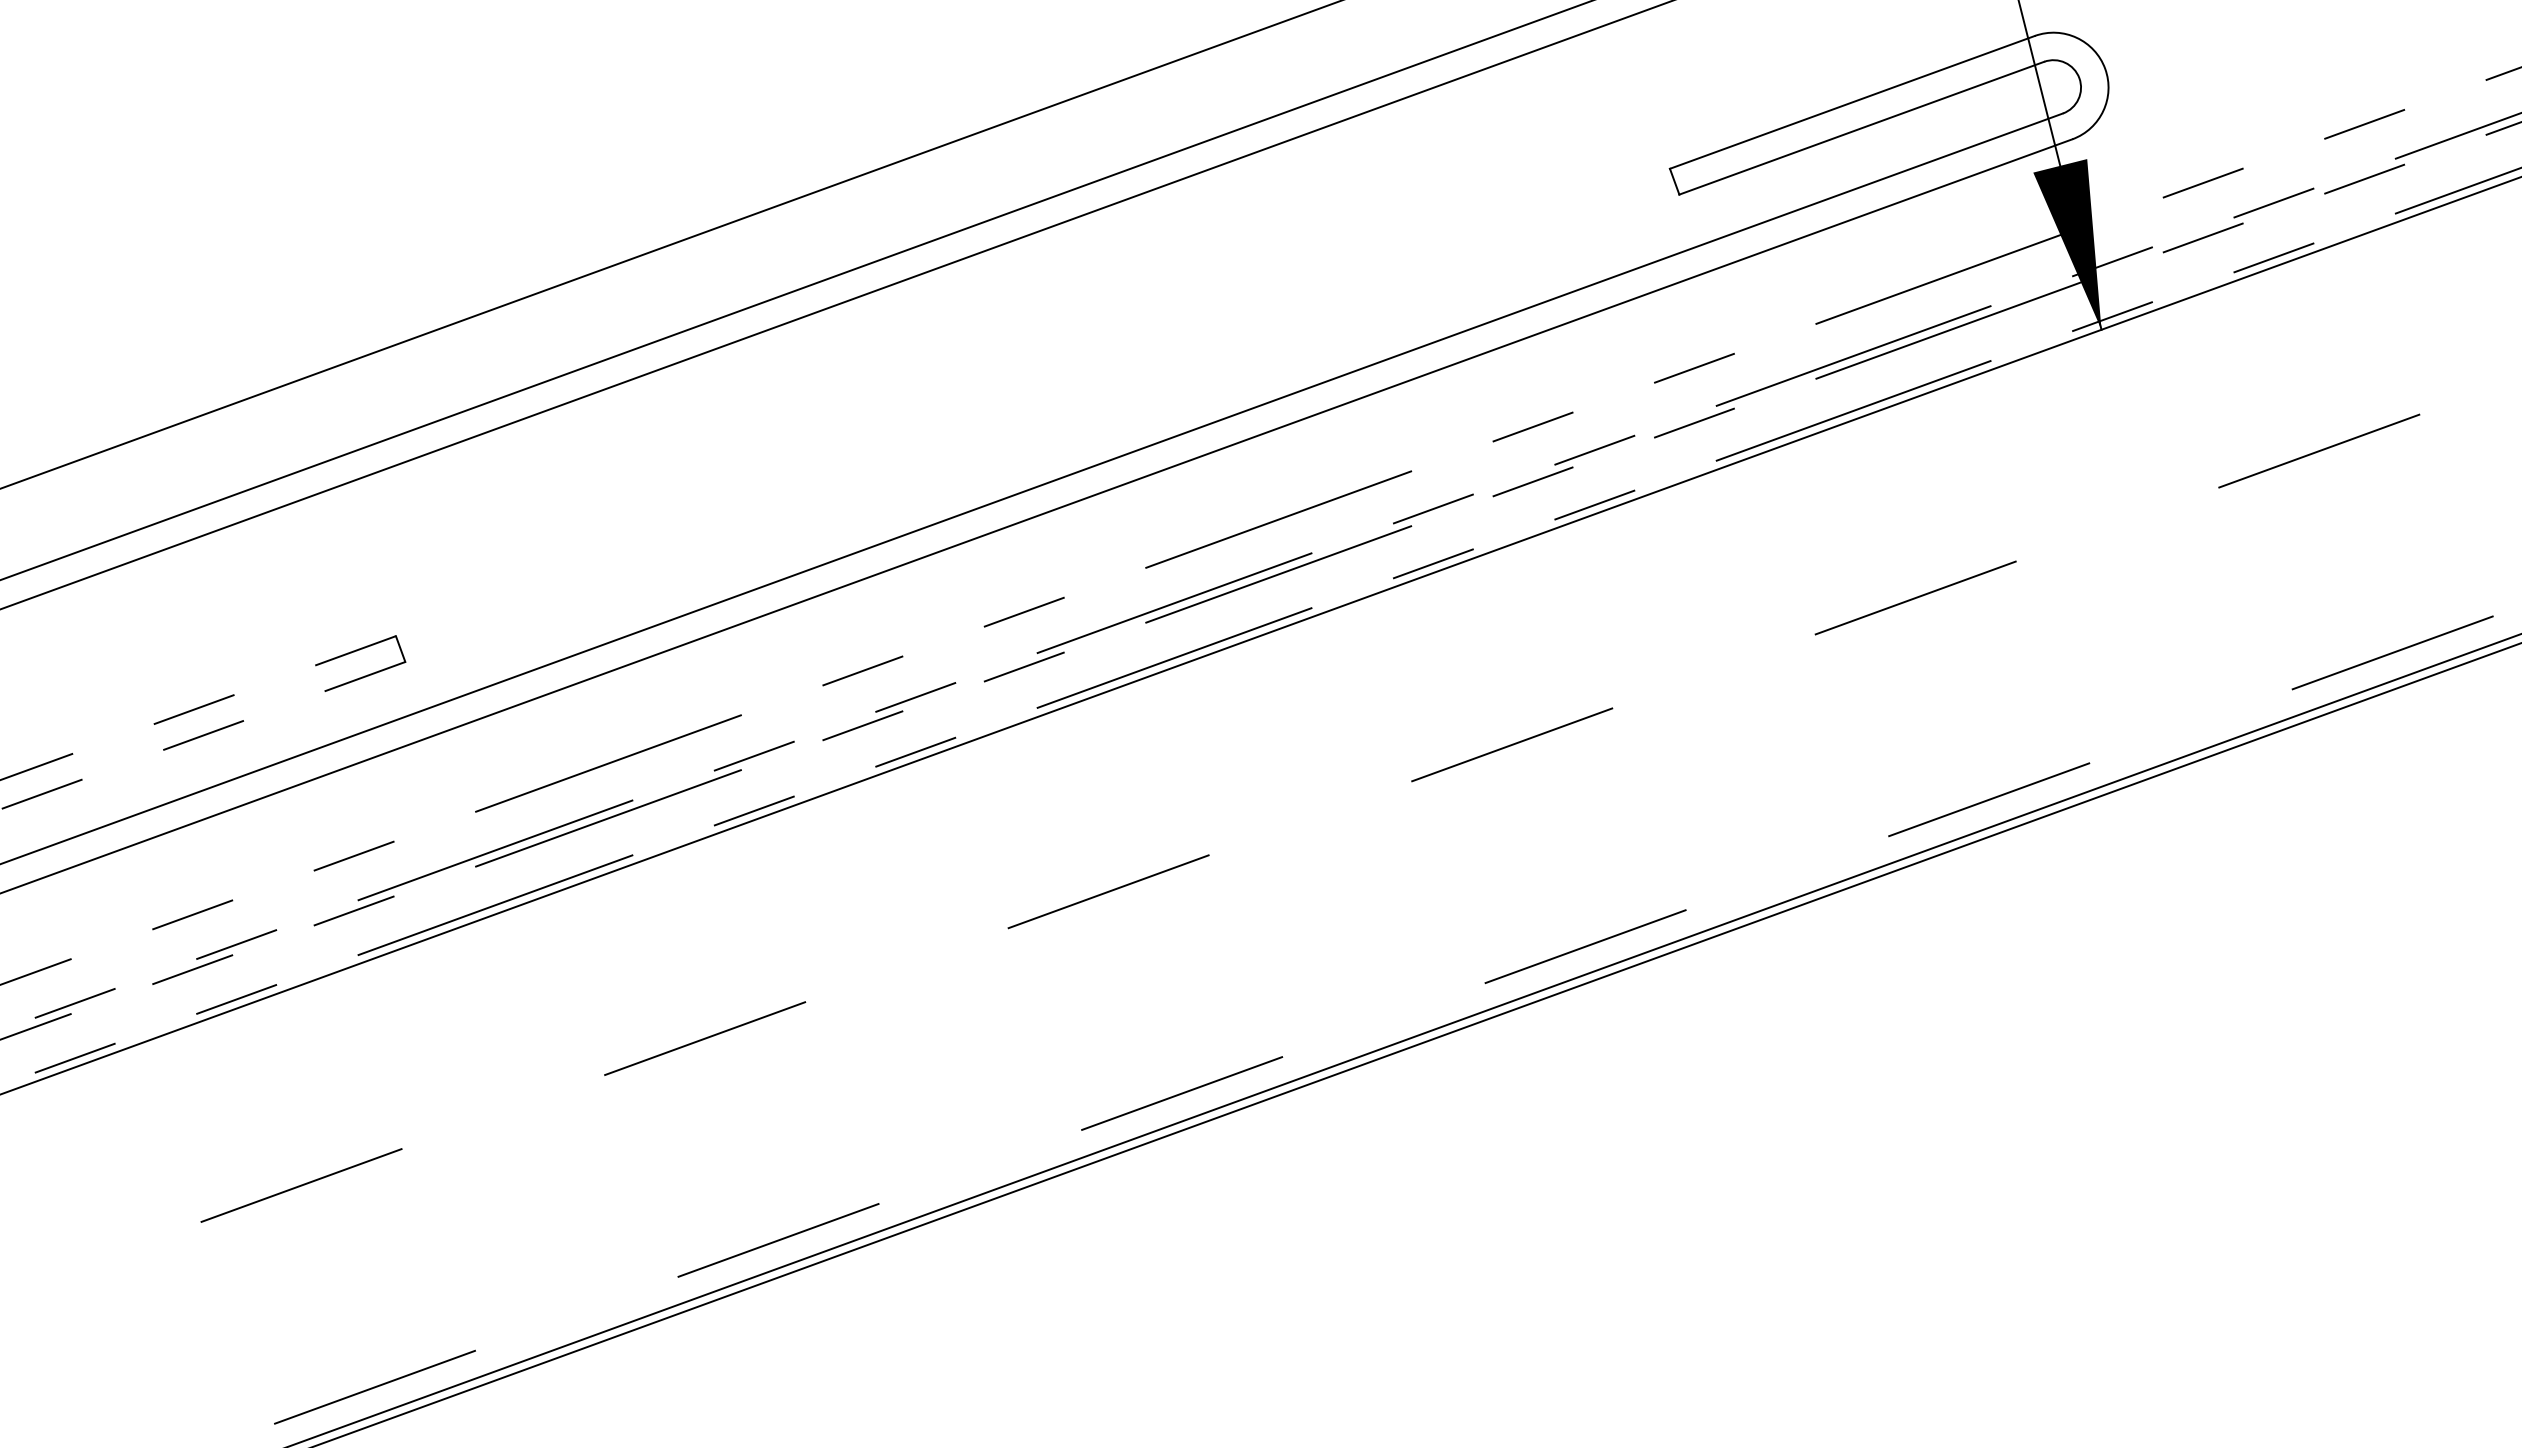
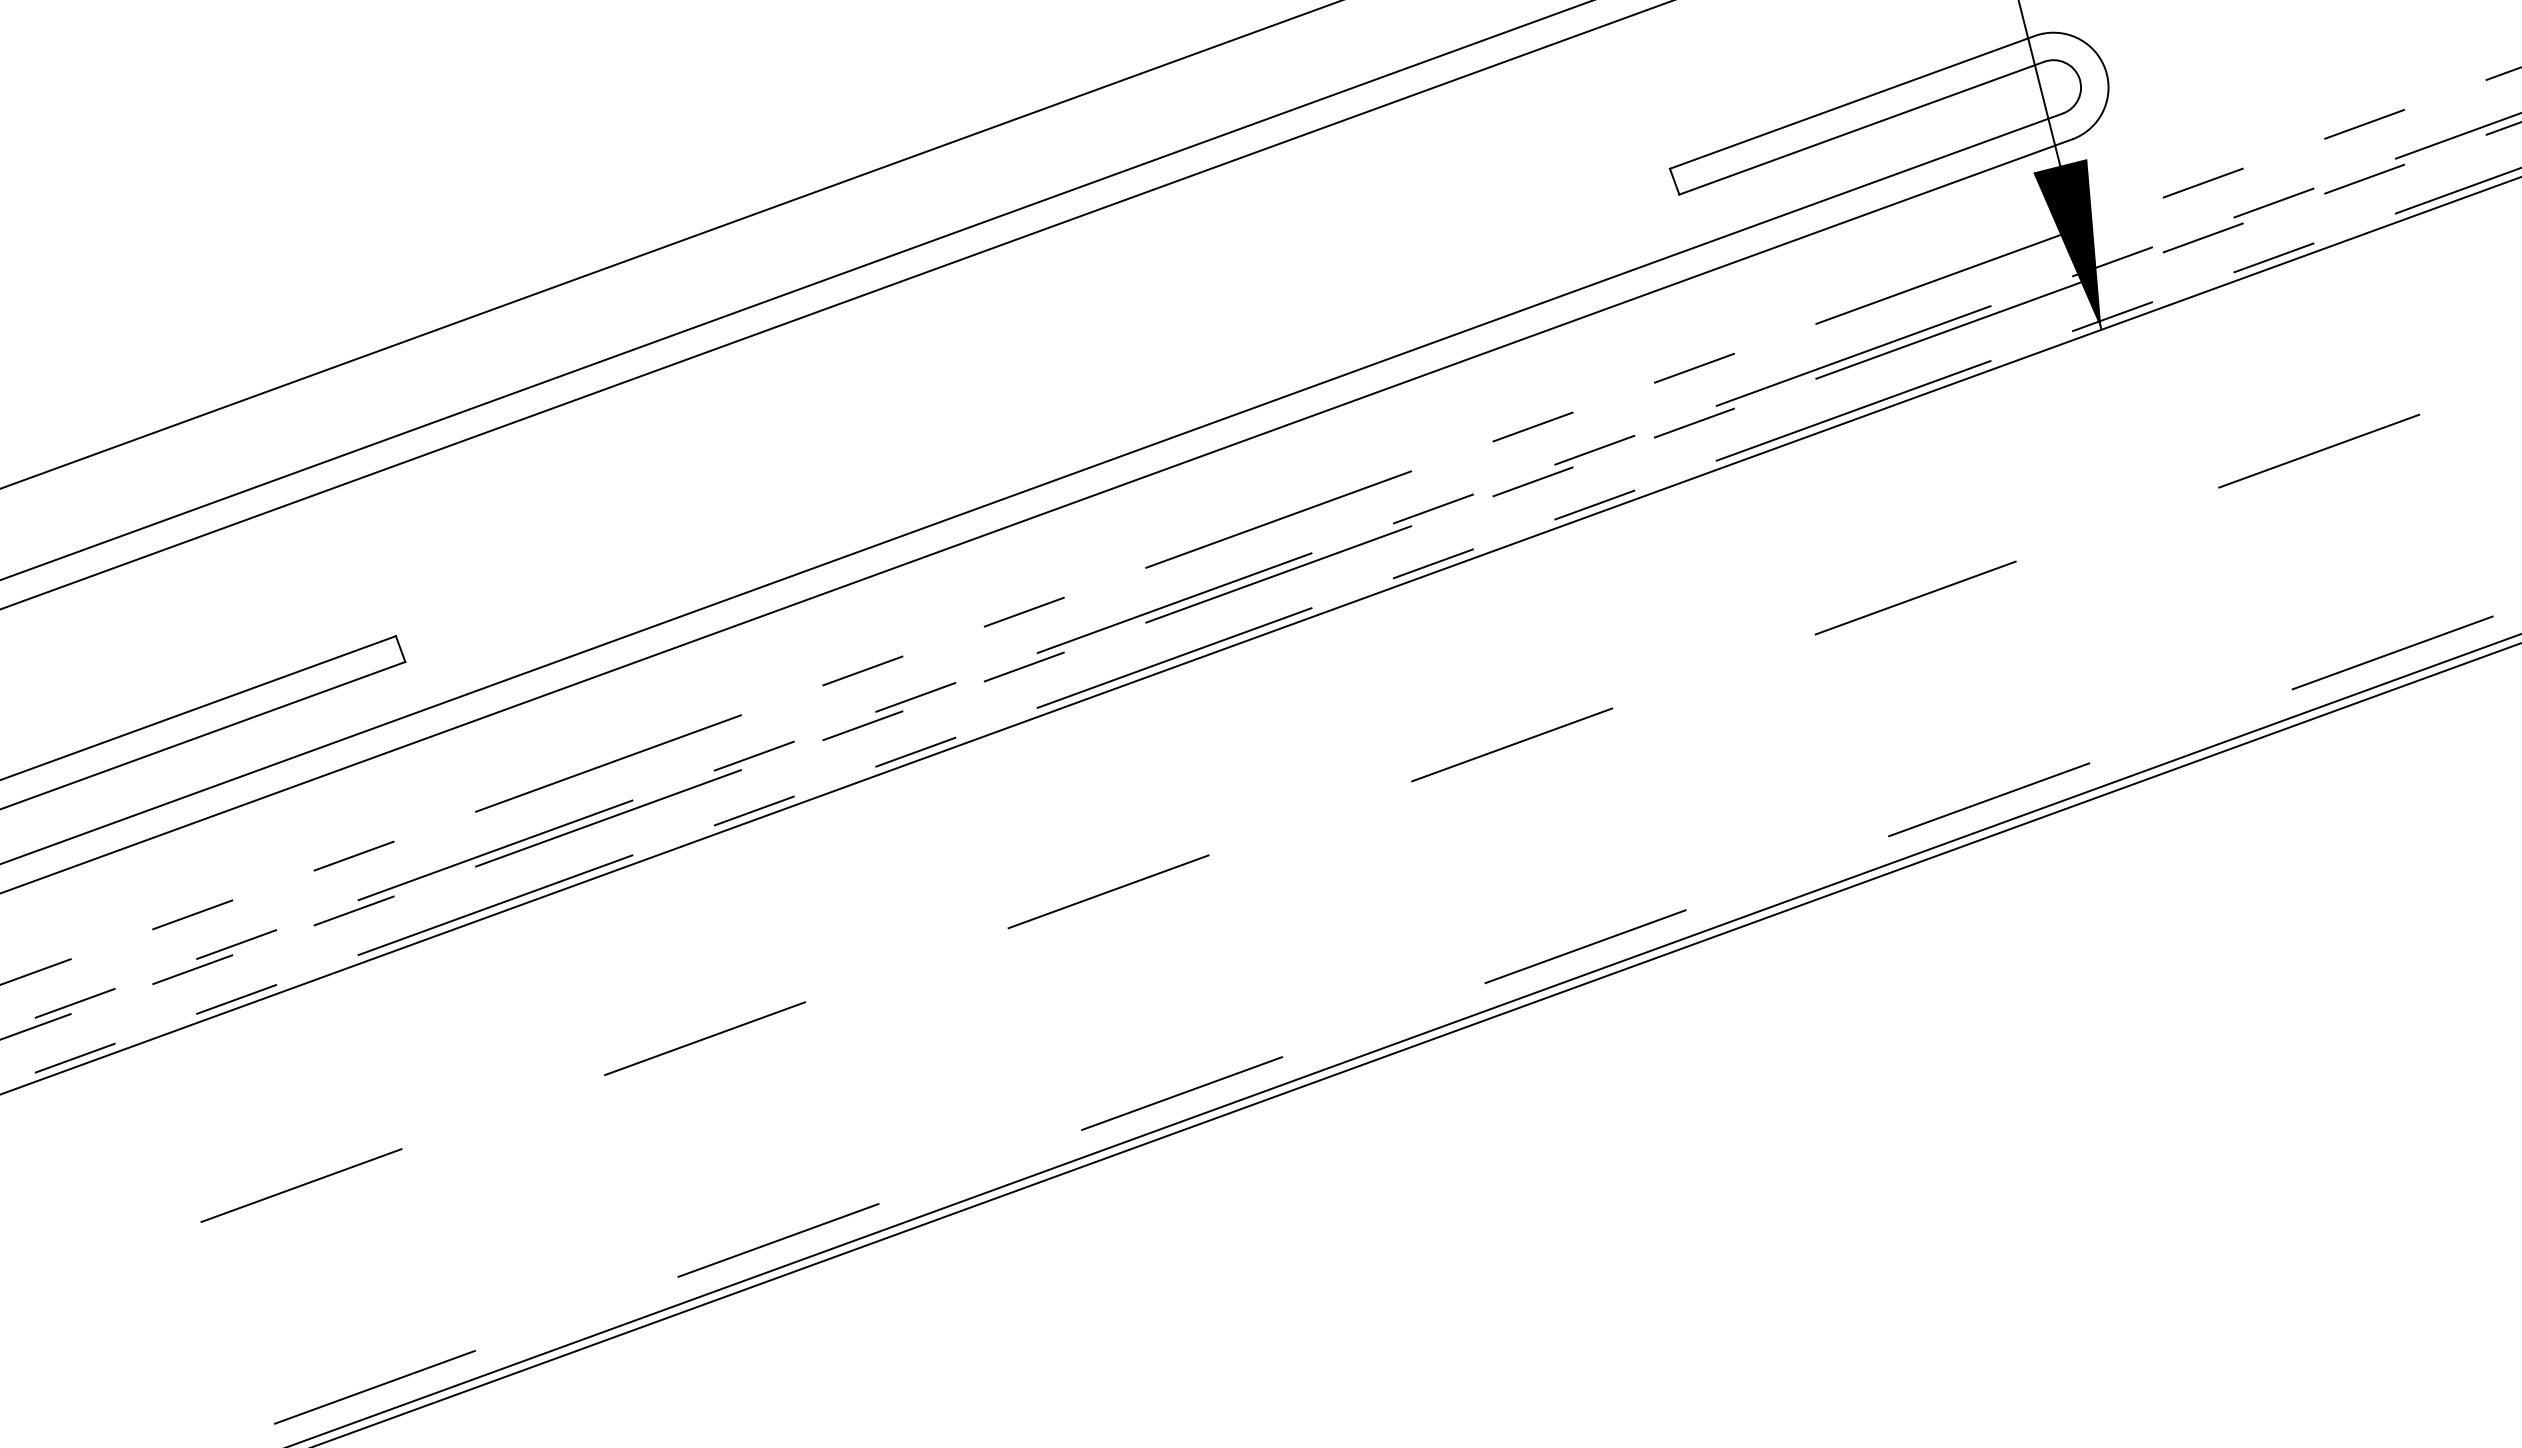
line at (197, 708): dashed -> solid
line at (202, 735): dashed -> solid
